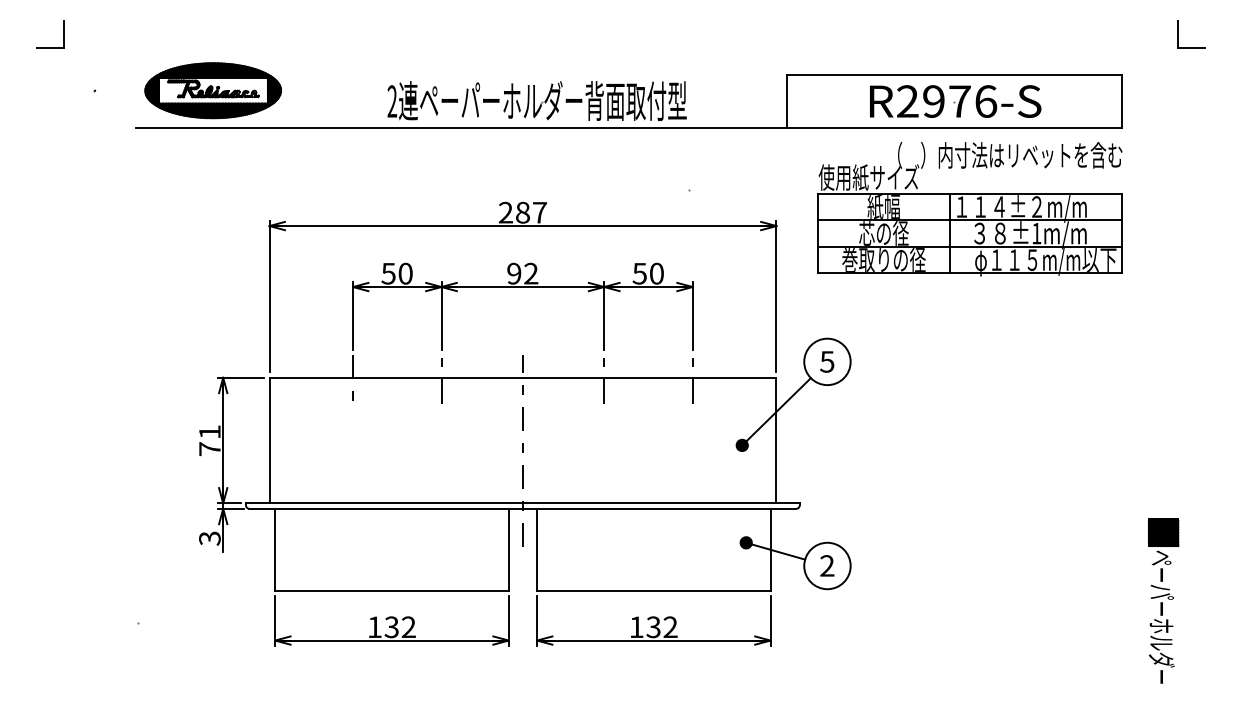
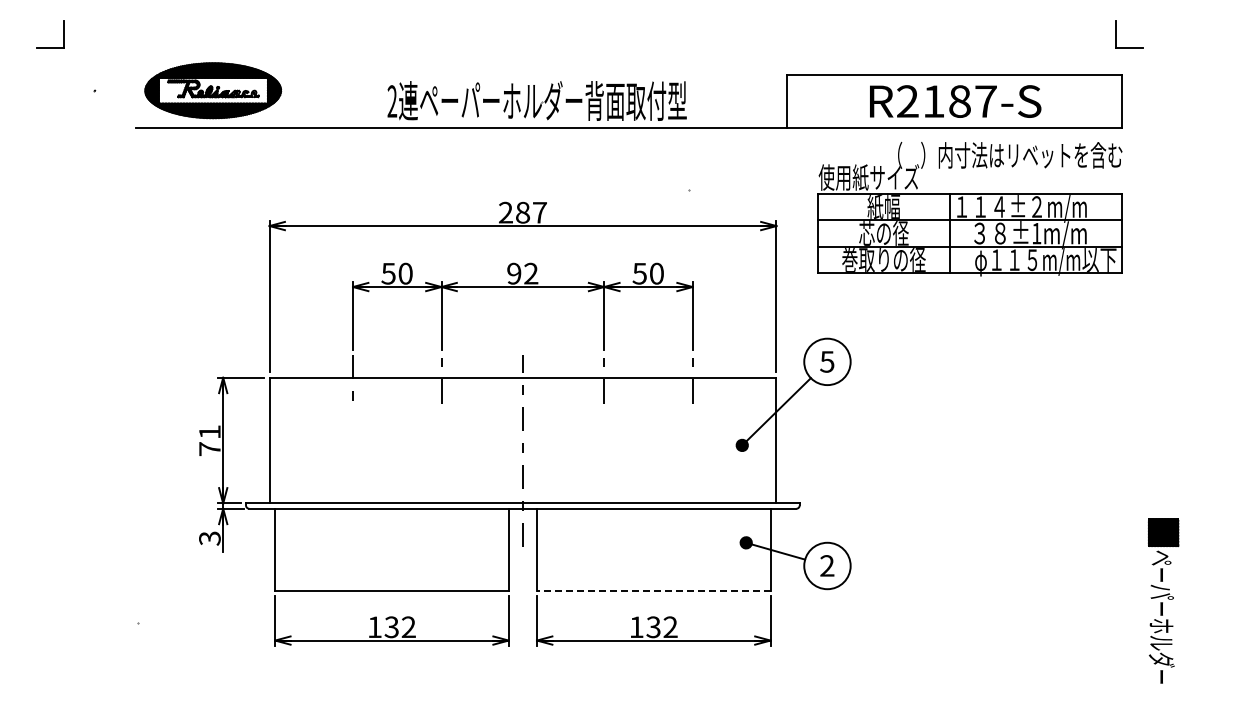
part at (1178, 34) position: (1178, 34) -> (1116, 34)
text at (960, 101): R2976-S -> R2187-S
line at (653, 590): solid -> dashed
